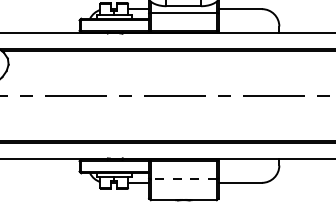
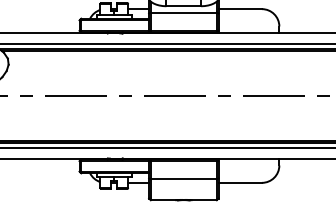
line at (167, 43): none -> present
line at (167, 148): none -> present
line at (183, 179): dashed -> solid
